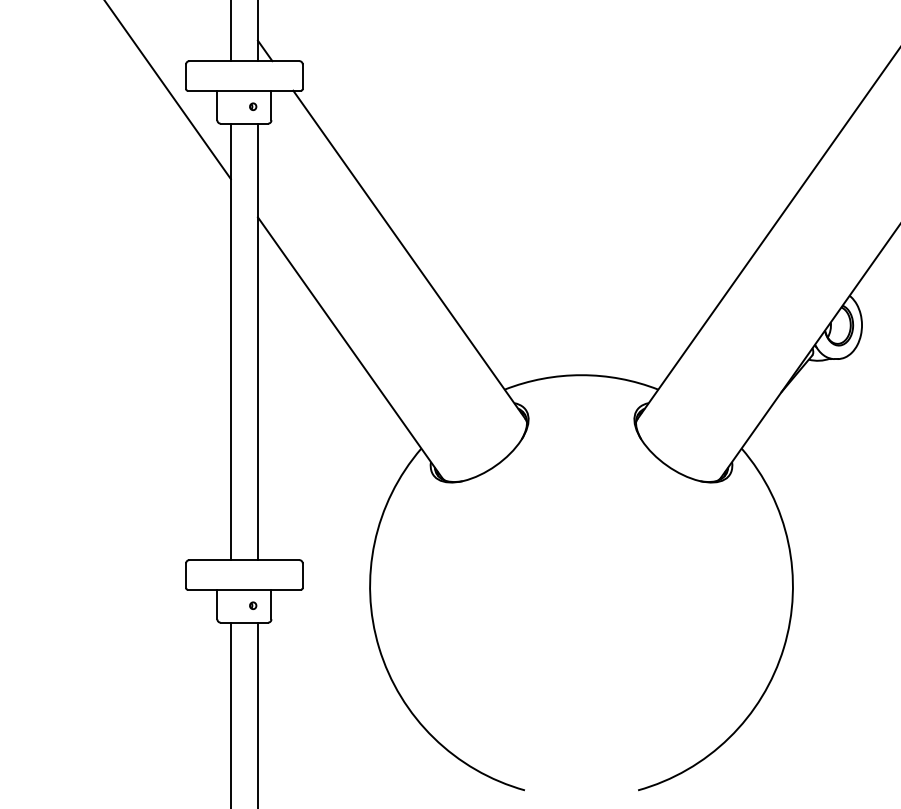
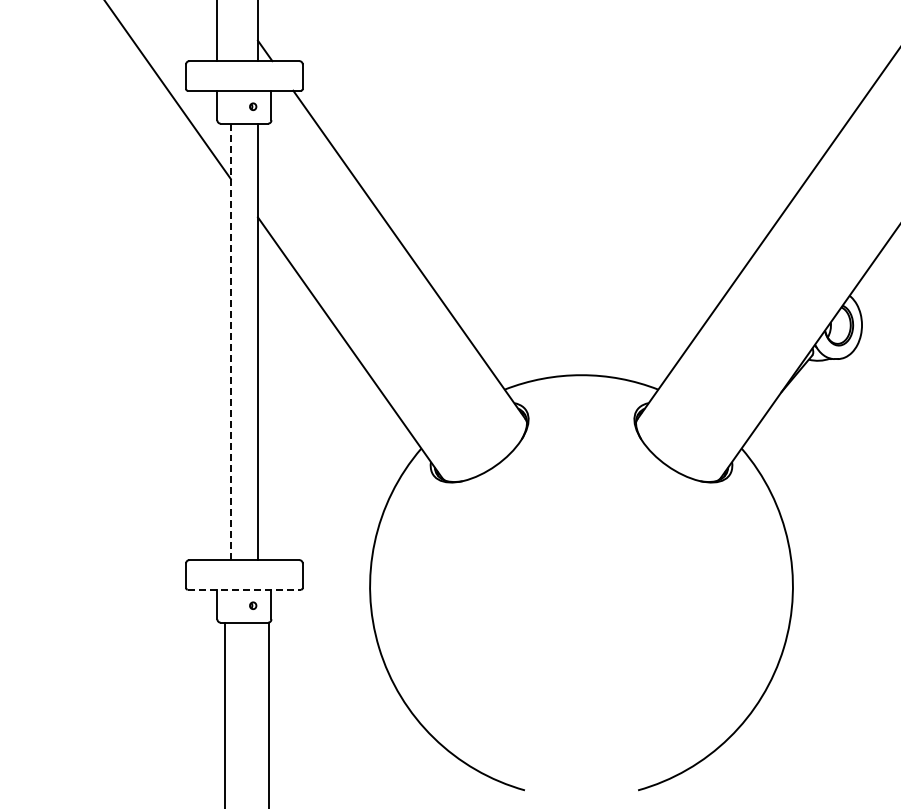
line at (230, 31) position: (230, 31) -> (216, 31)
line at (230, 342): solid -> dashed
line at (244, 589): solid -> dashed
line at (230, 713) position: (230, 713) -> (224, 713)
line at (257, 713) position: (257, 713) -> (268, 713)
